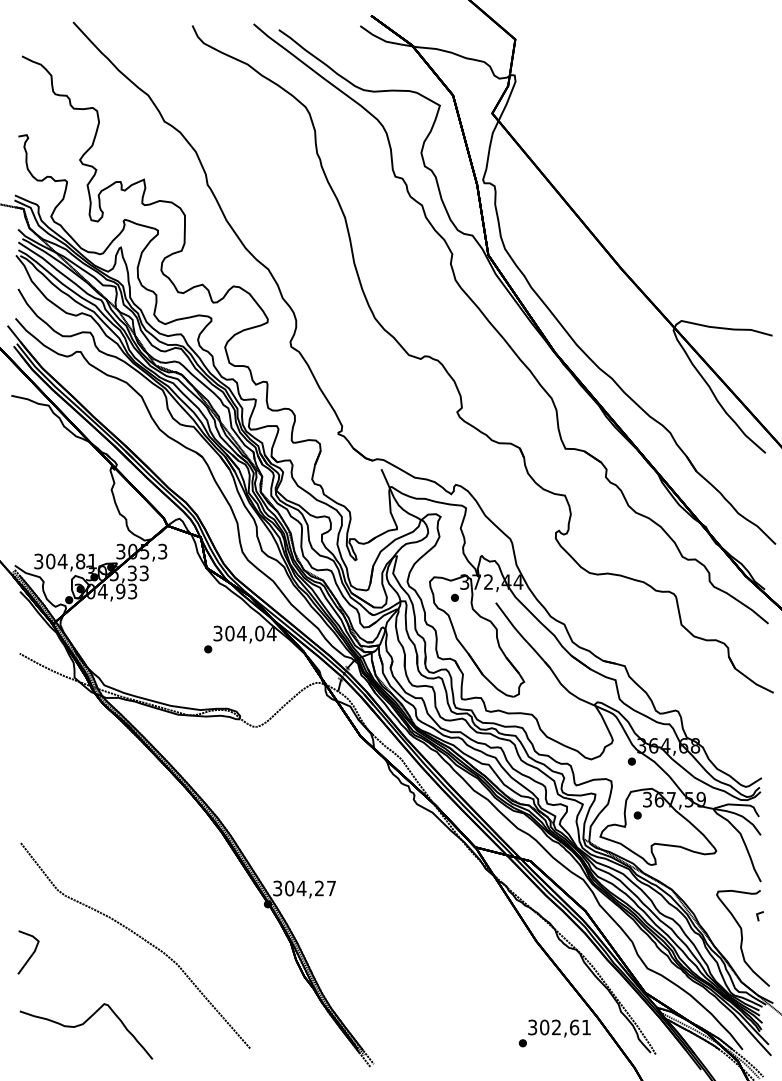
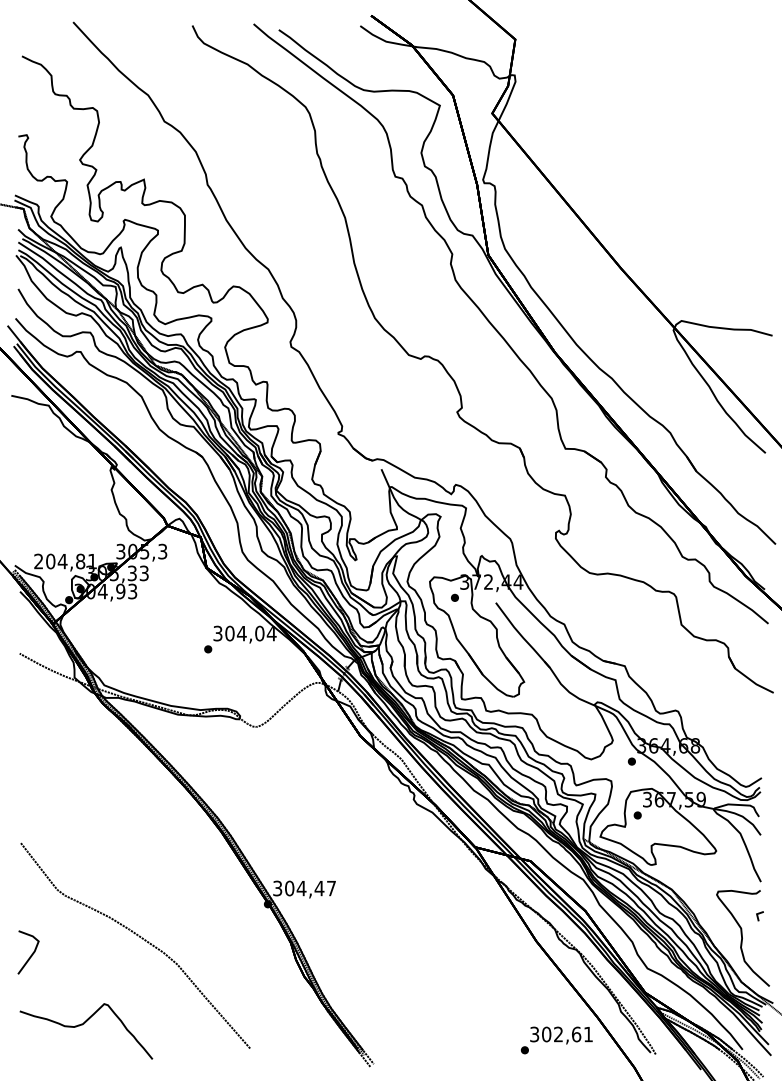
text at (38, 561): 304,81 -> 204,81
text at (319, 888): 304,27 -> 304,47
text at (554, 1033) position: (554, 1033) -> (556, 1040)
